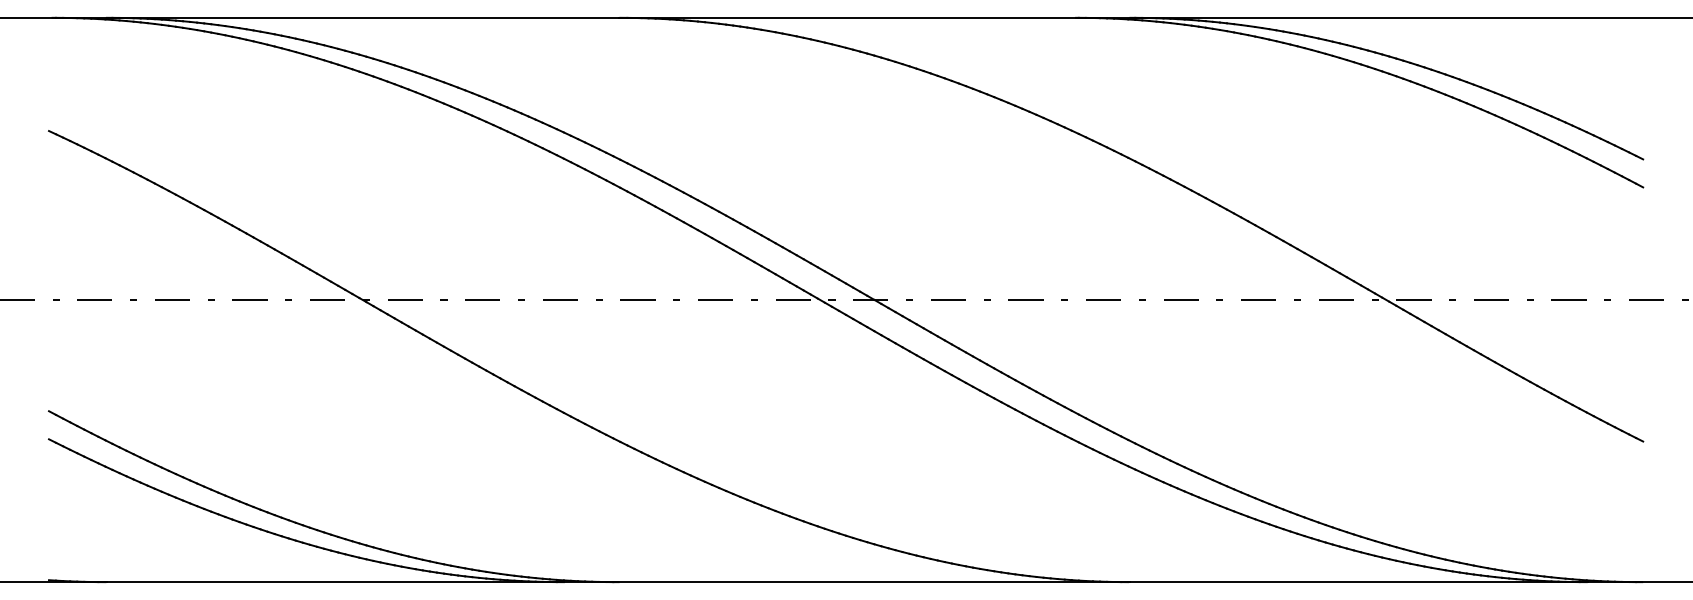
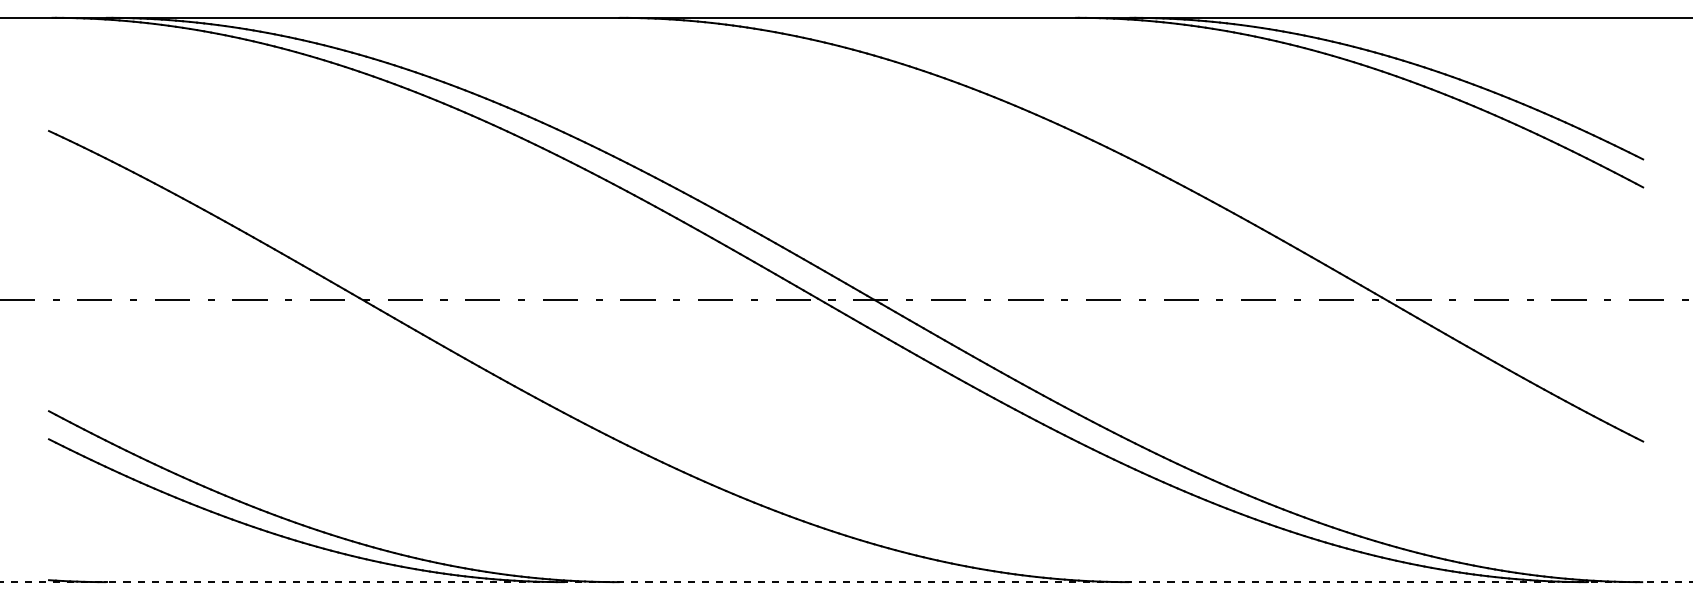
line at (846, 582): solid -> dashed
